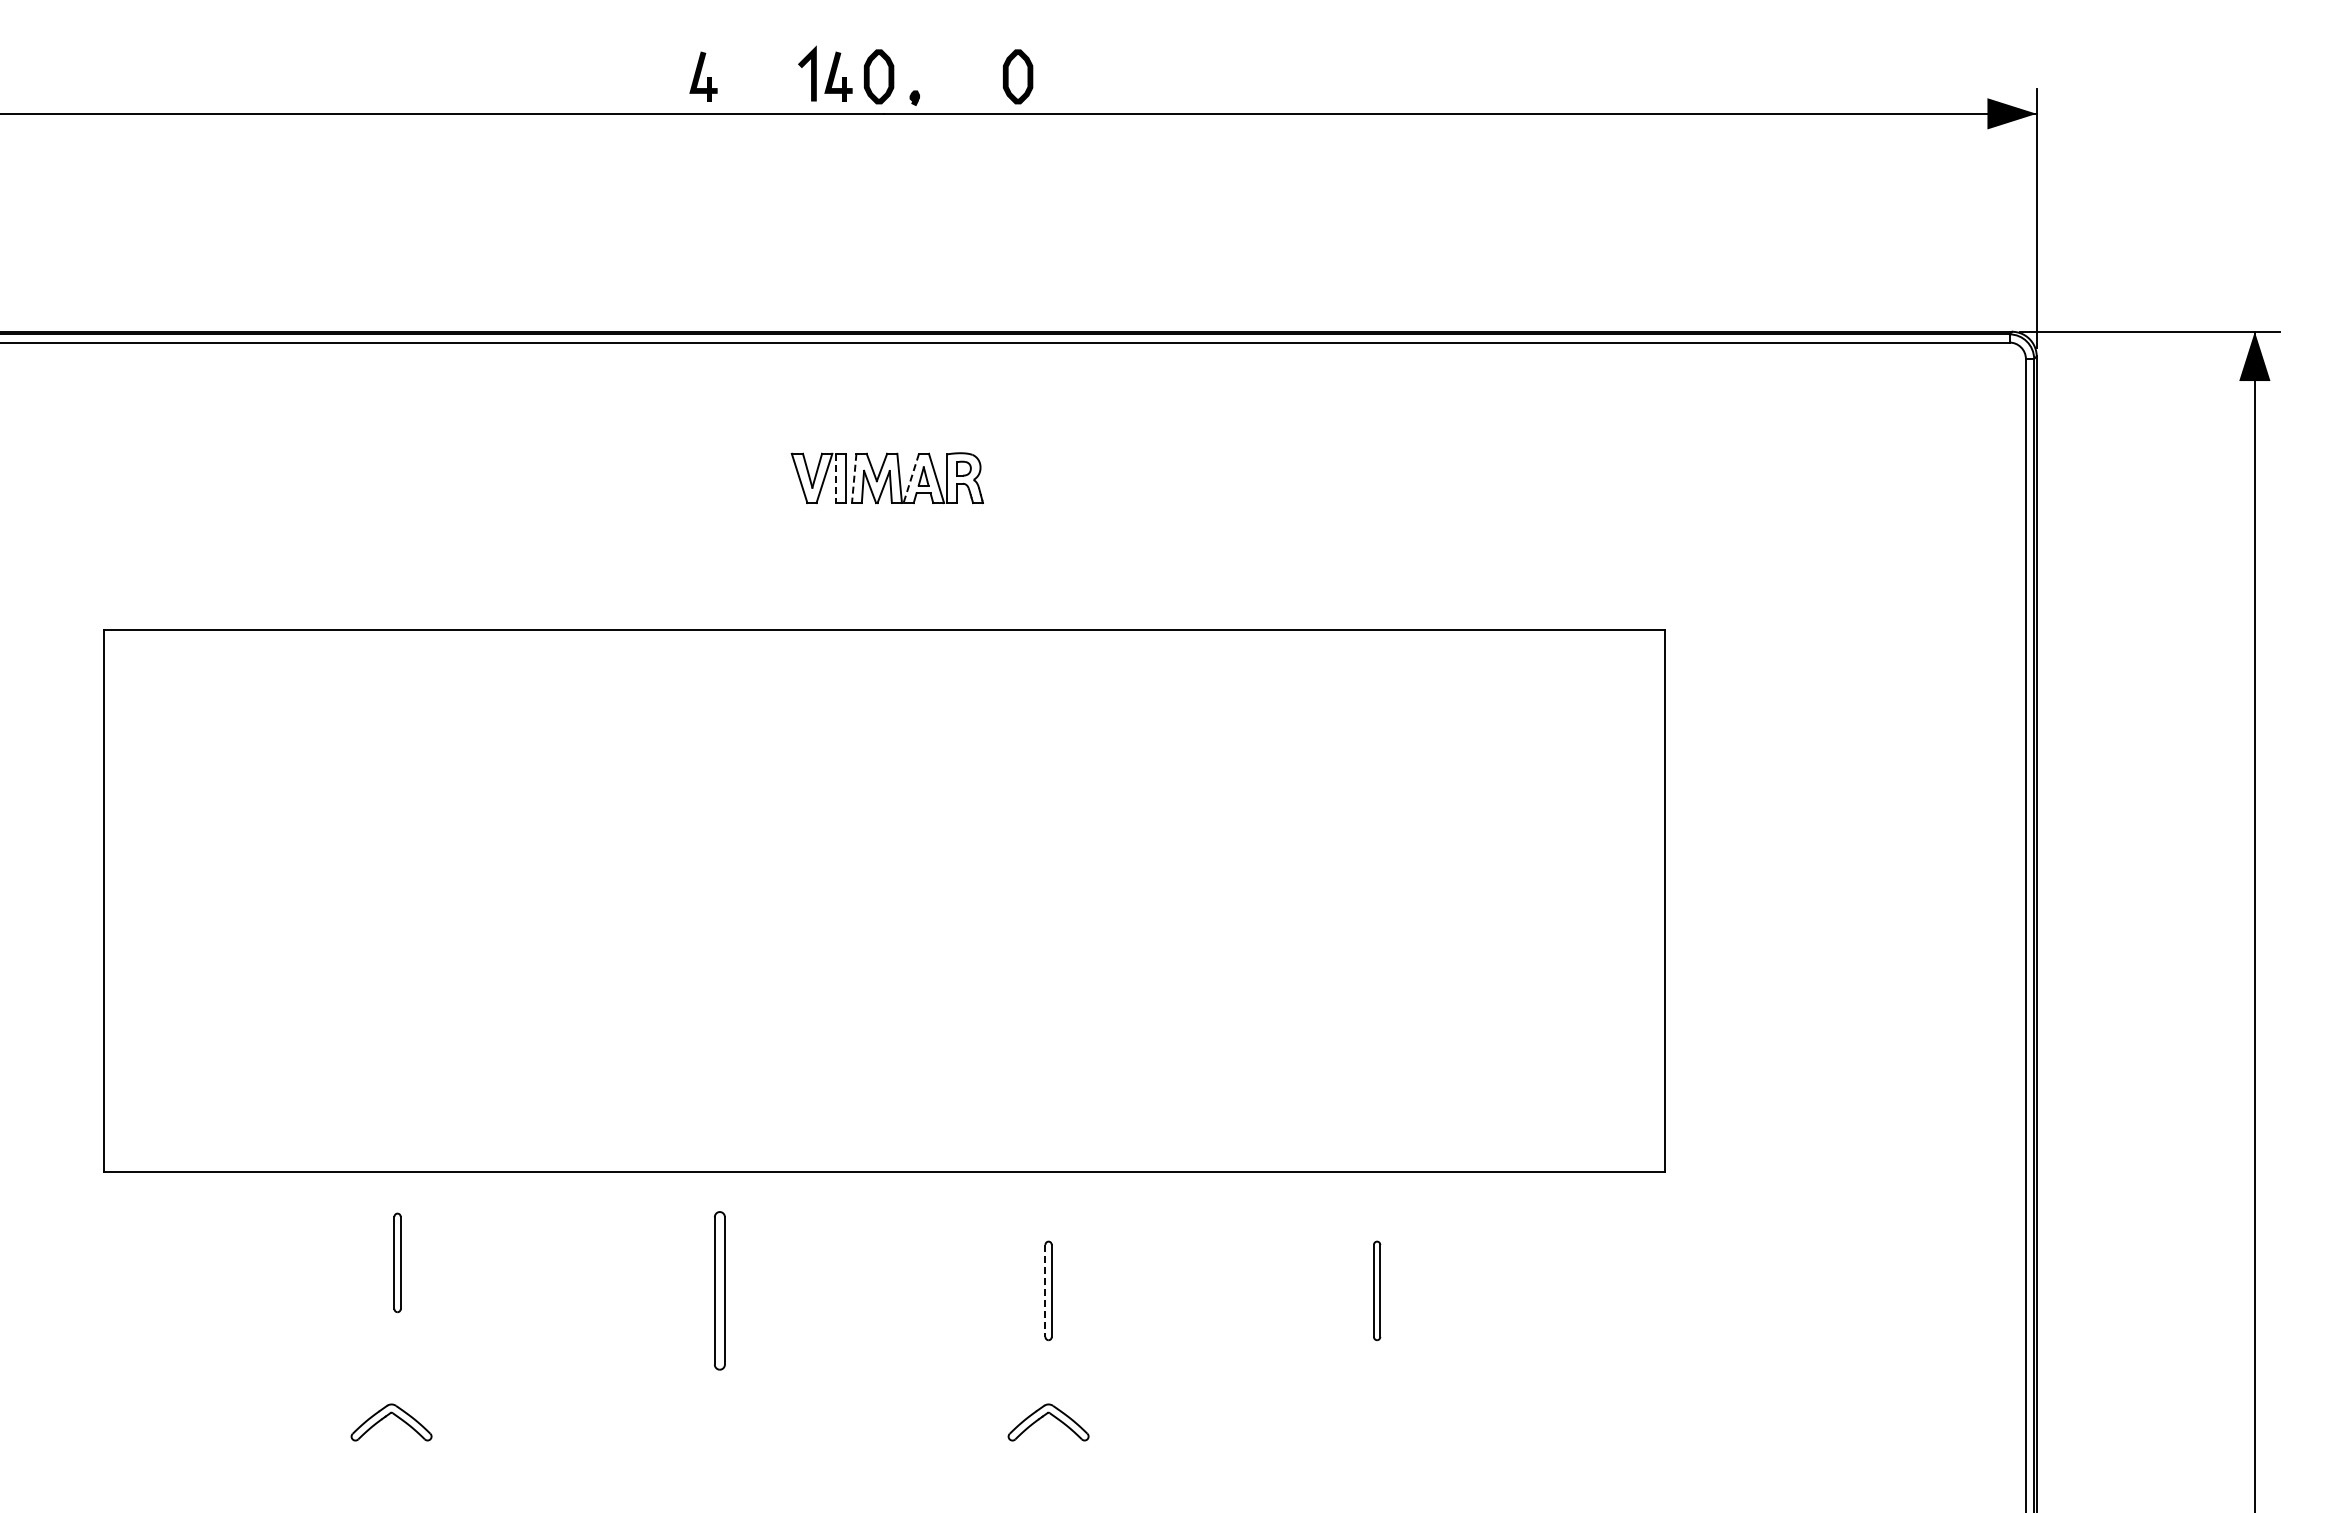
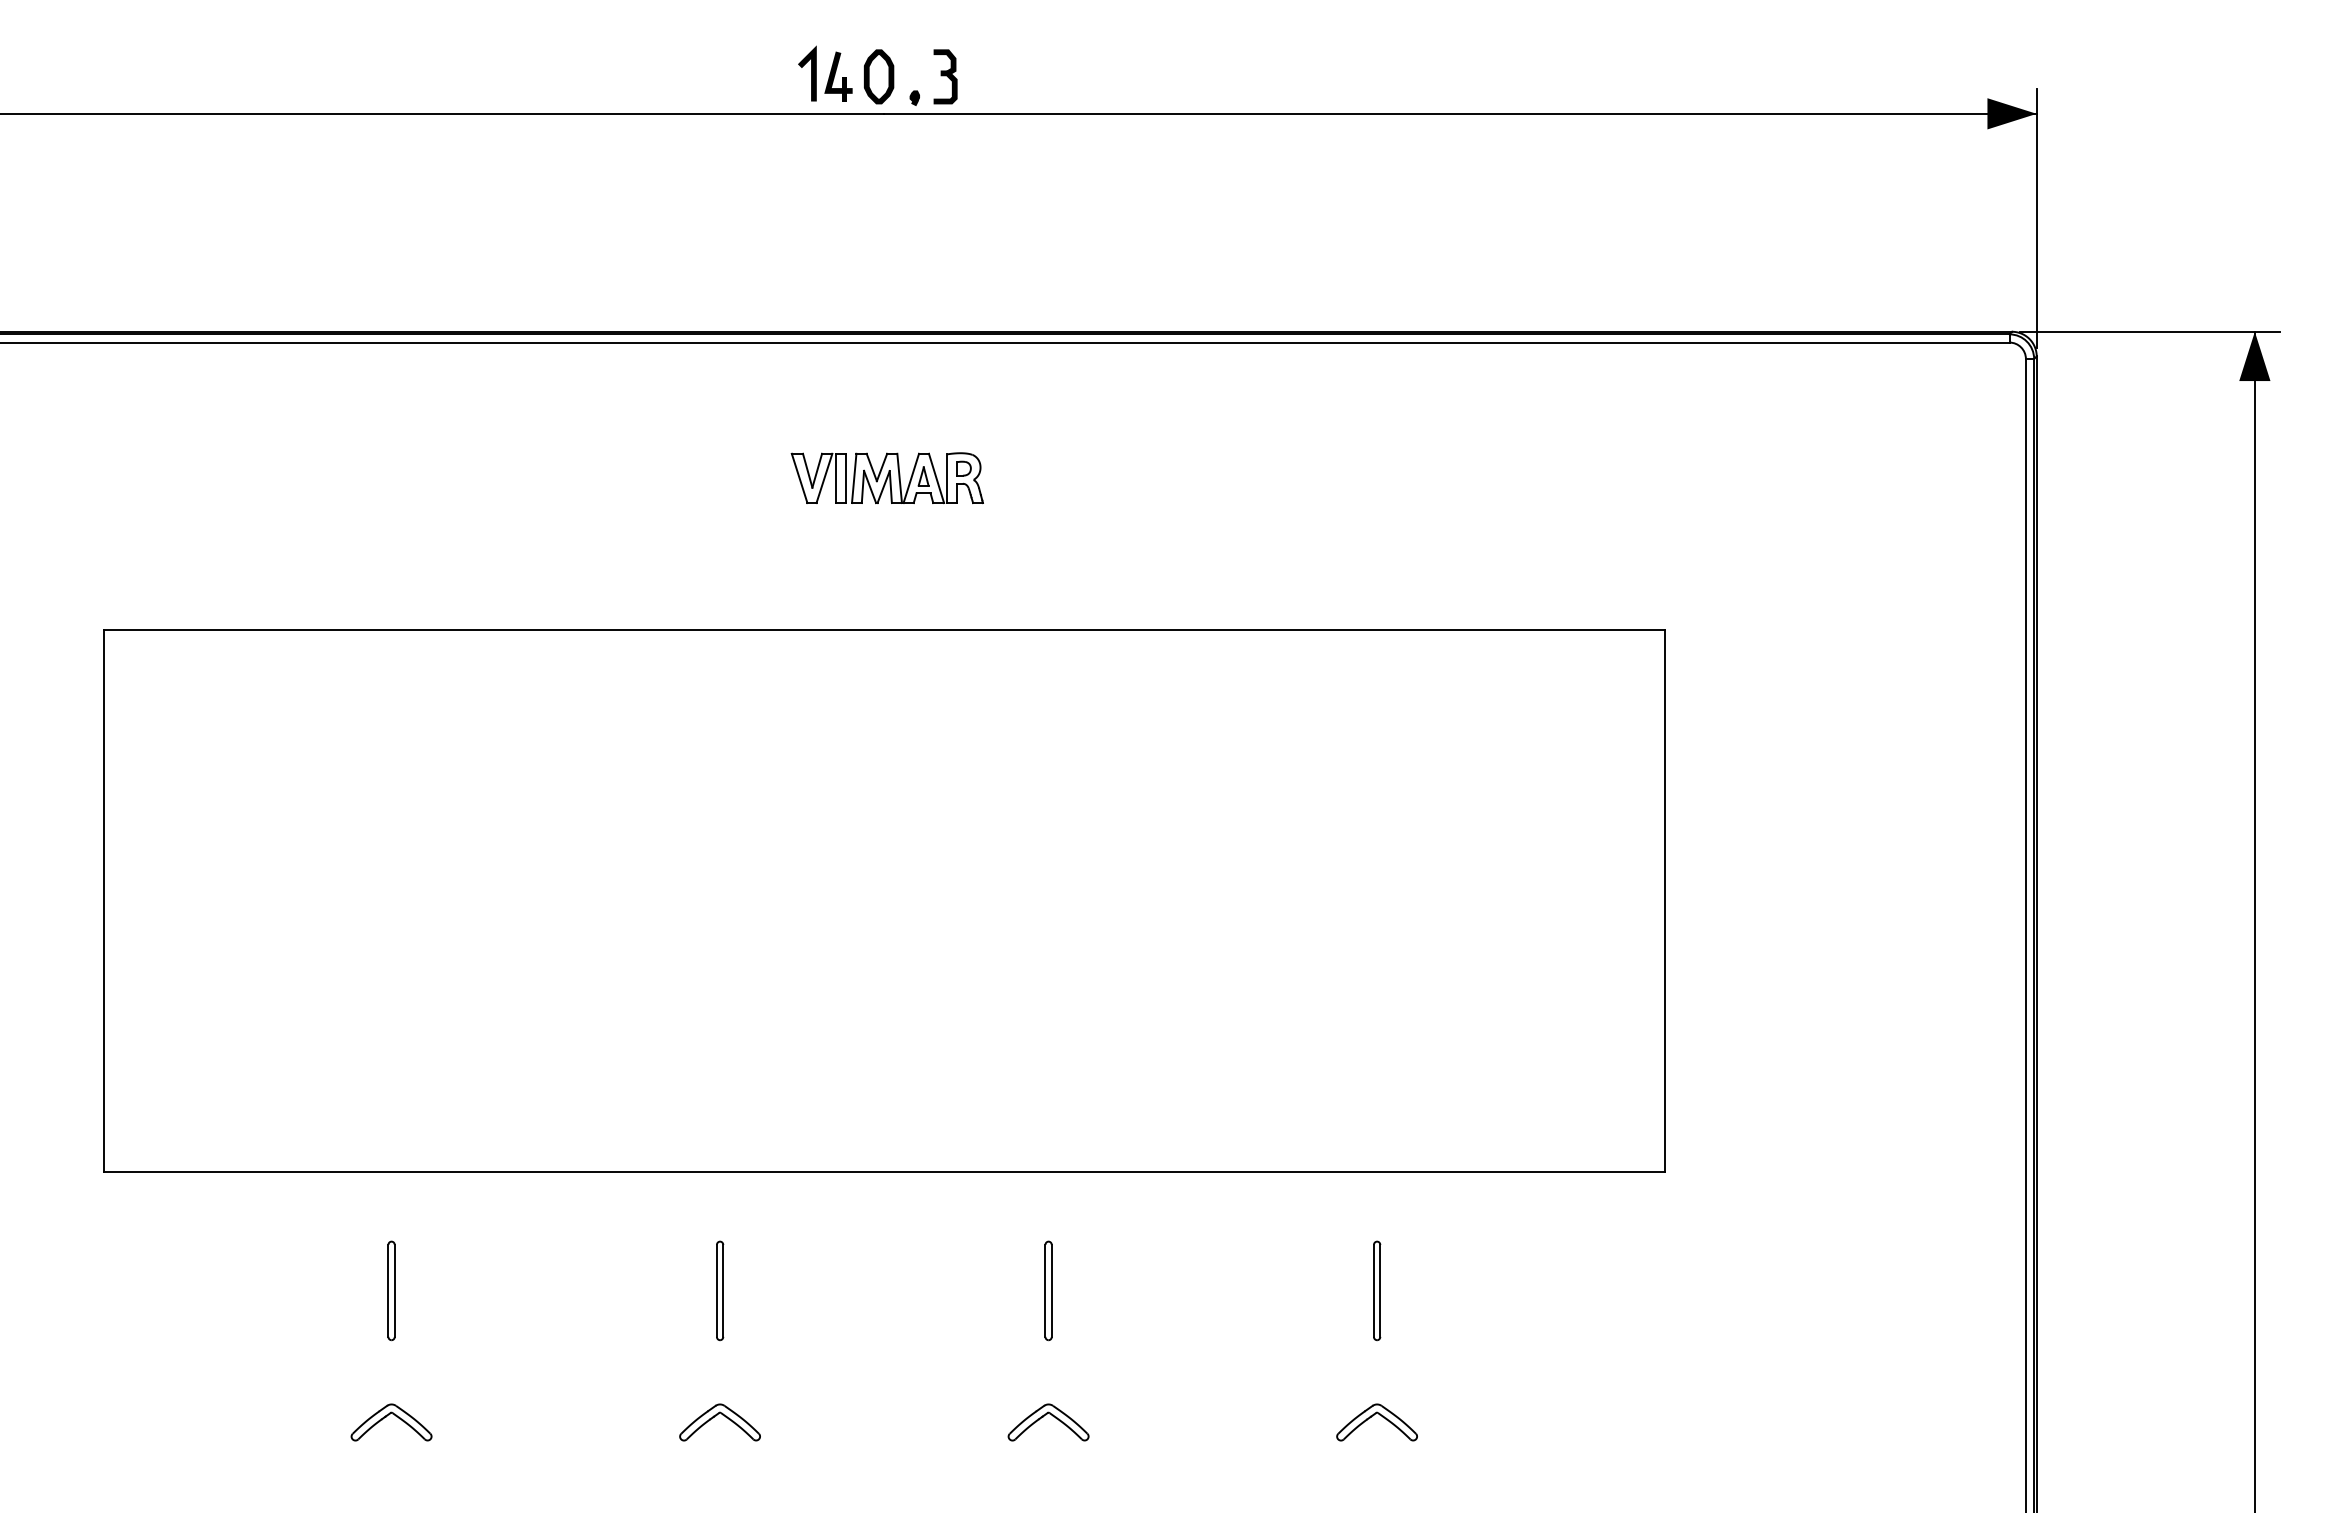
part at (703, 76): present -> none
part at (945, 76): none -> present
part at (1018, 76): present -> none
line at (836, 478): dashed -> solid
line at (854, 478): dashed -> solid
line at (911, 478): dashed -> solid
part at (397, 1262) position: (397, 1262) -> (391, 1290)
part at (719, 1290) size: 12x160 px -> 9x102 px
line at (1045, 1290): dashed -> solid
part at (716, 1416): none -> present
part at (1373, 1416): none -> present
